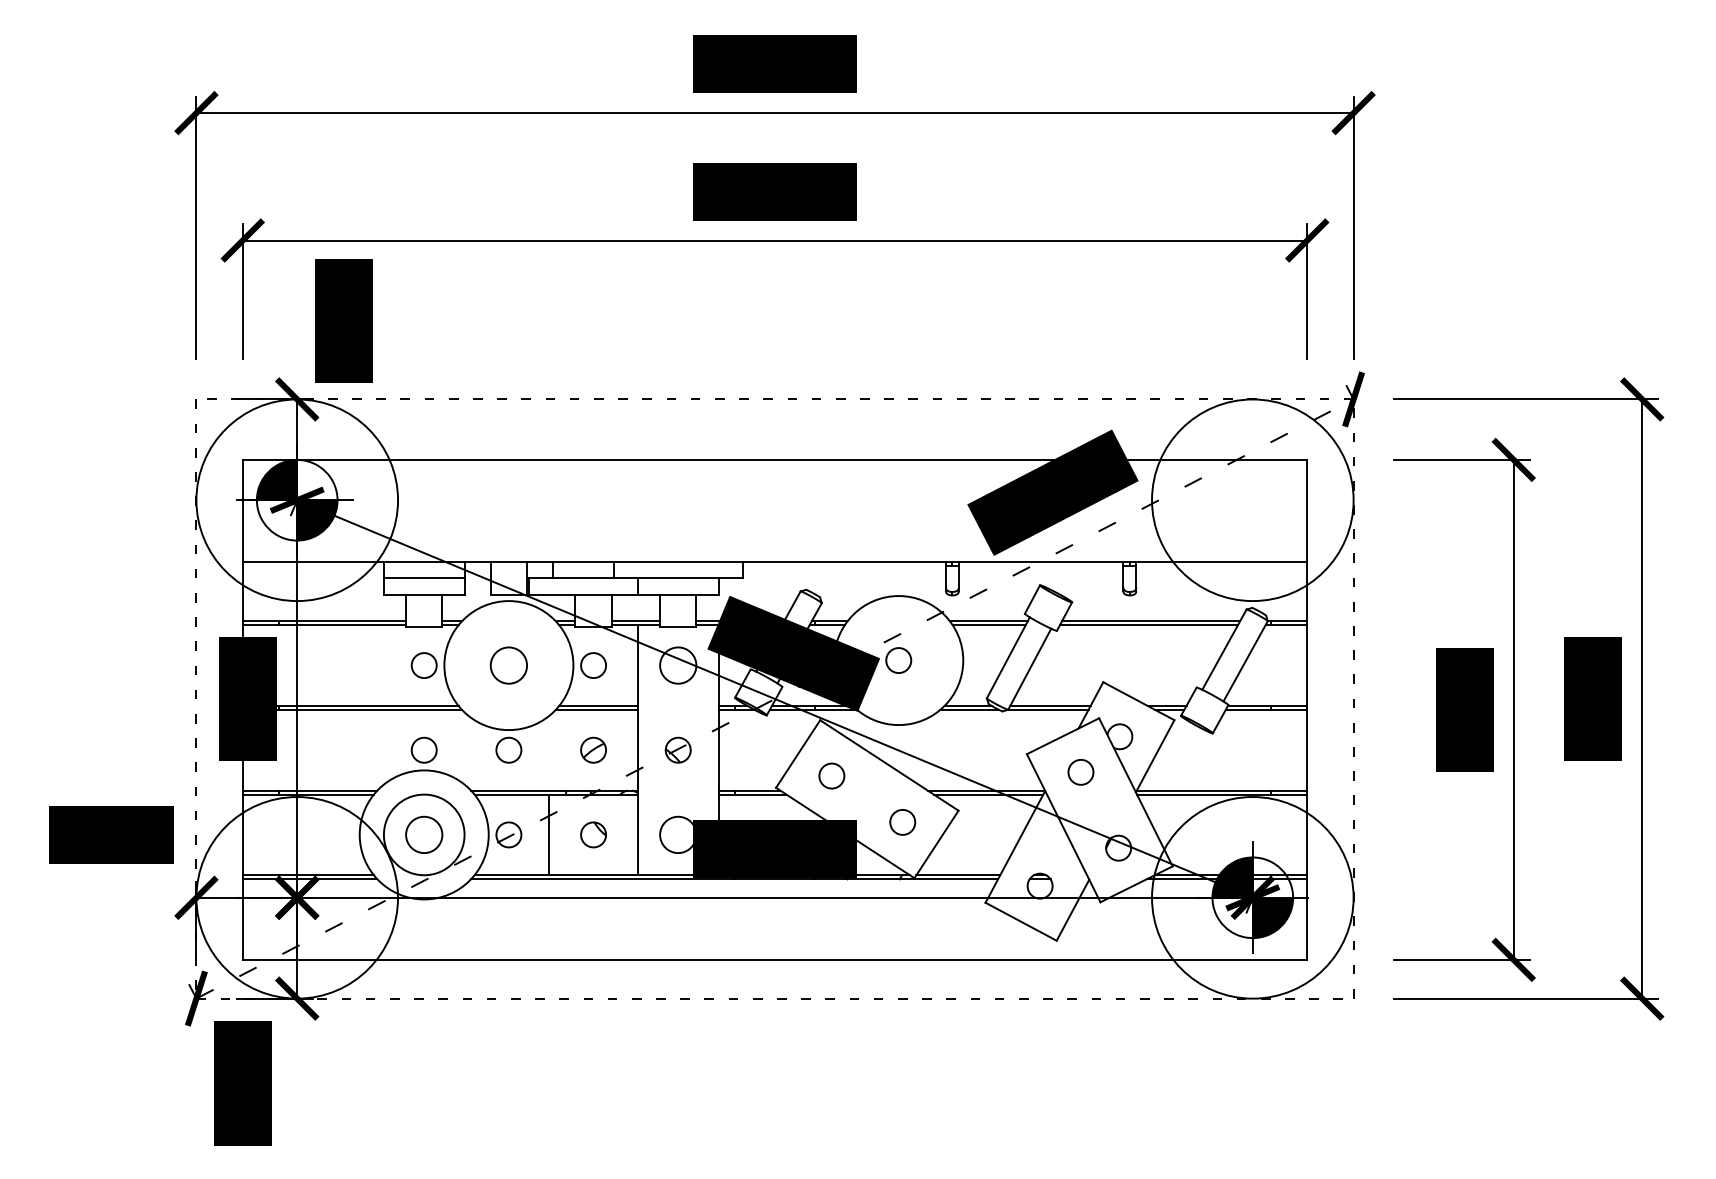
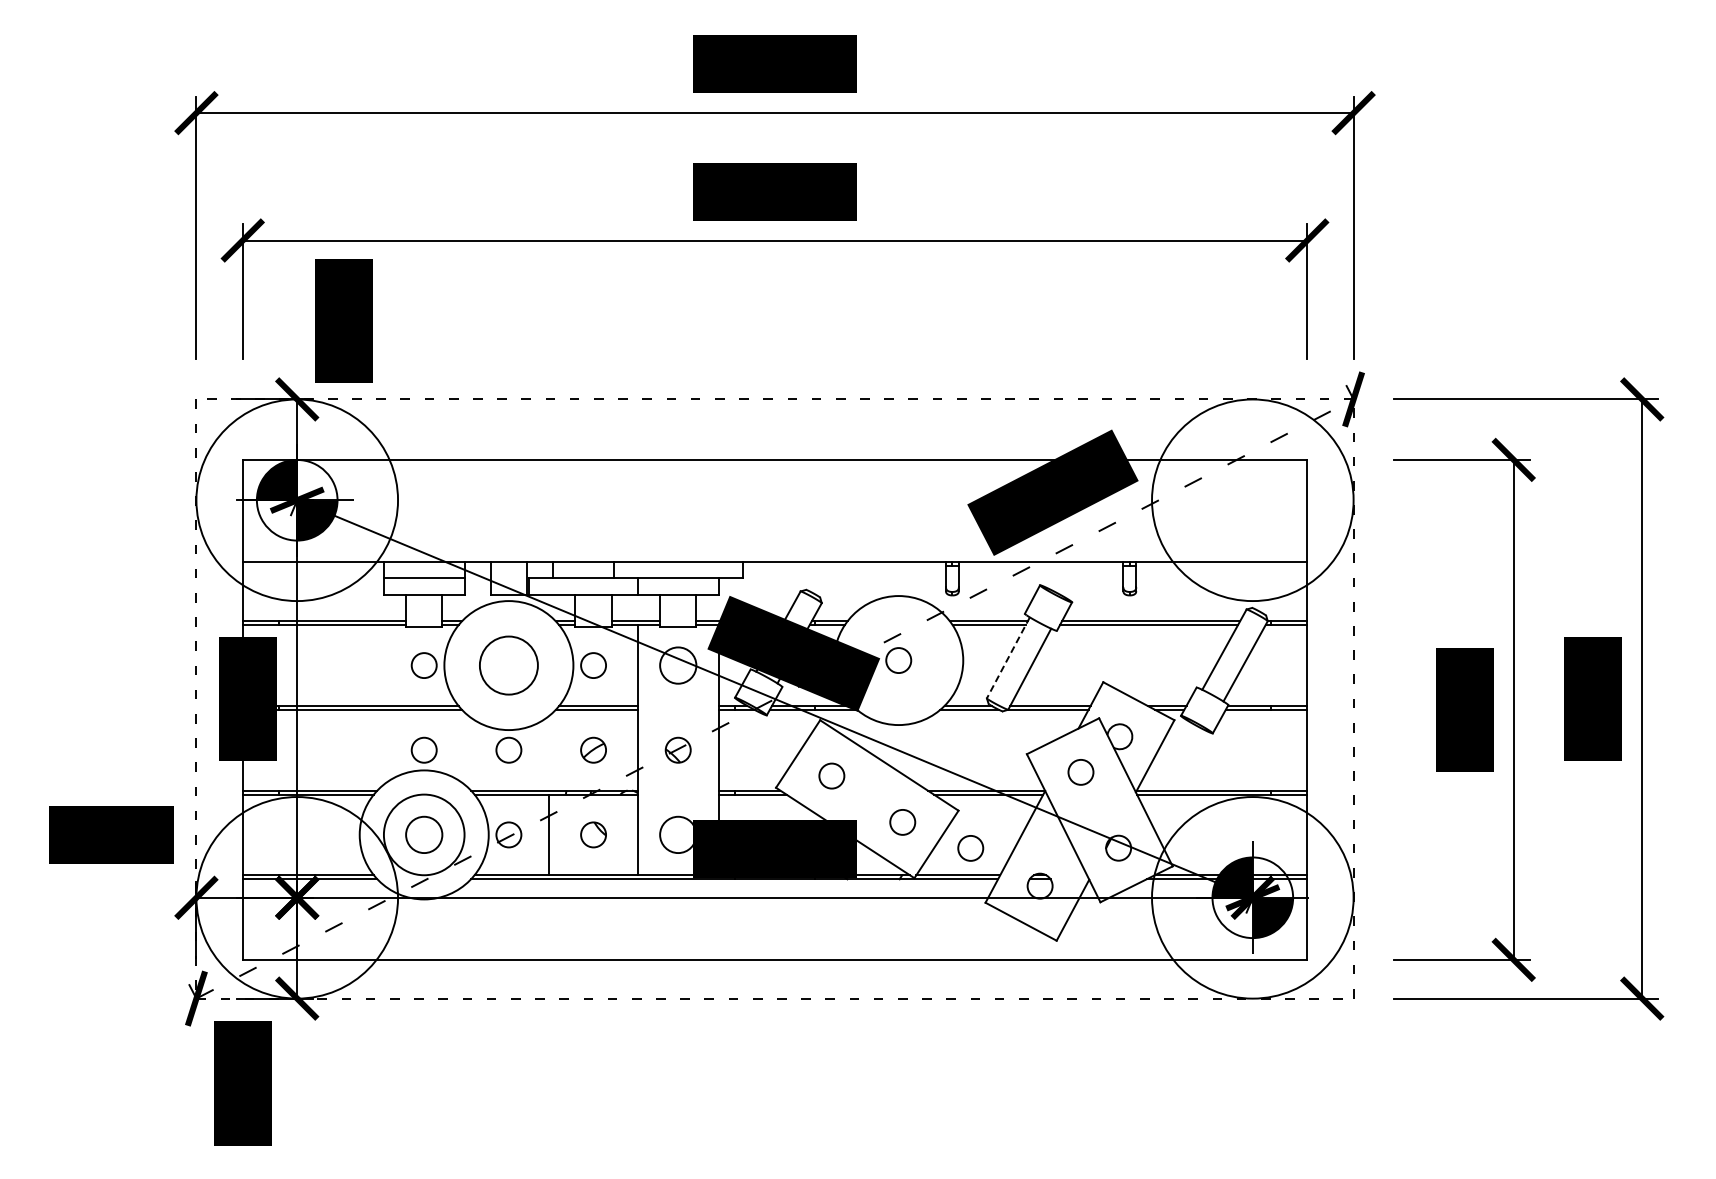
line at (1008, 657): solid -> dashed
circle at (508, 665) diameter: 36 px -> 58 px
circle at (970, 848): none -> present
